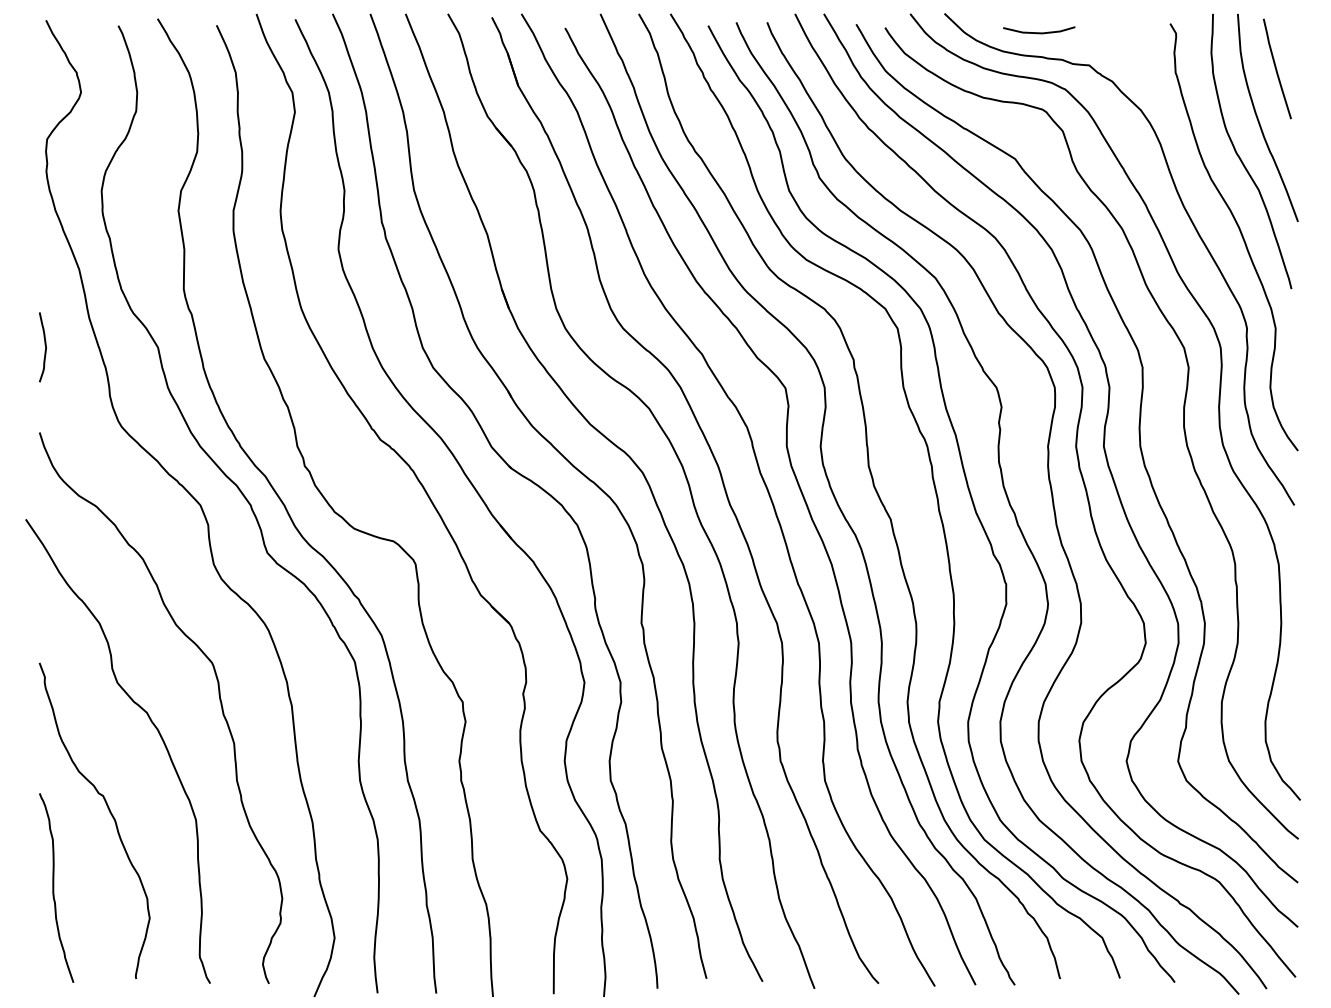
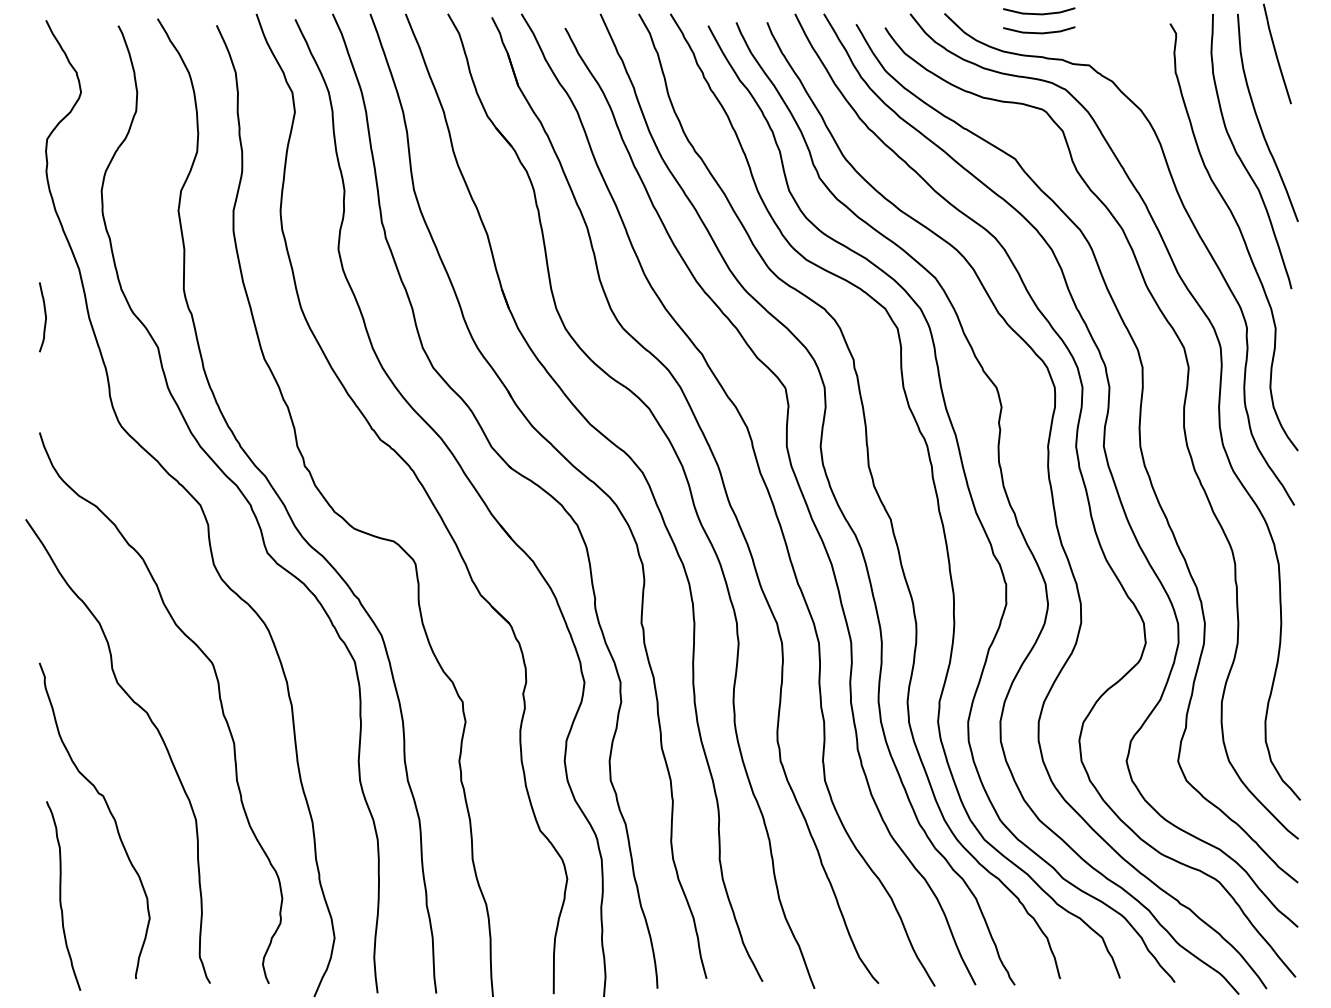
line at (1039, 13): none -> present
curve at (1276, 68) position: (1276, 68) -> (1276, 53)
curve at (44, 345) position: (44, 345) -> (44, 315)
curve at (54, 887) position: (54, 887) -> (61, 895)
